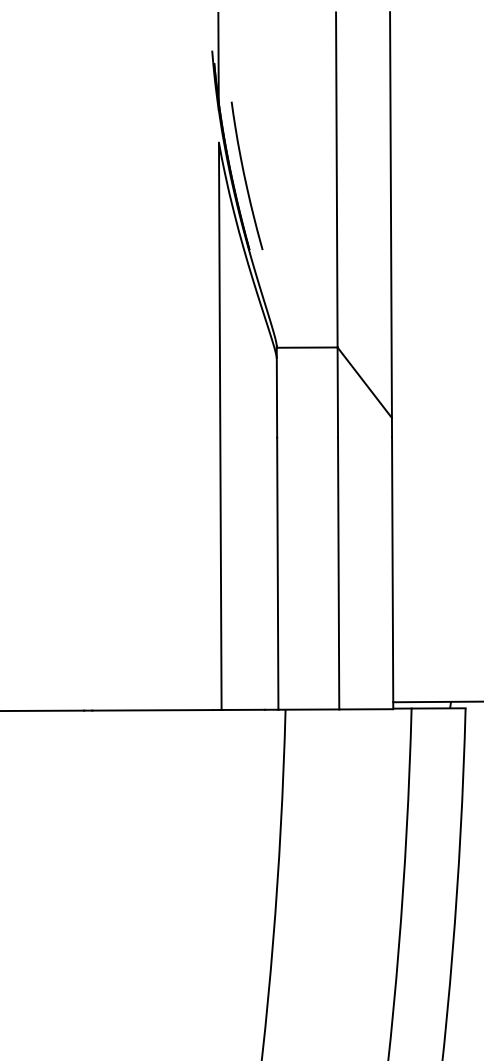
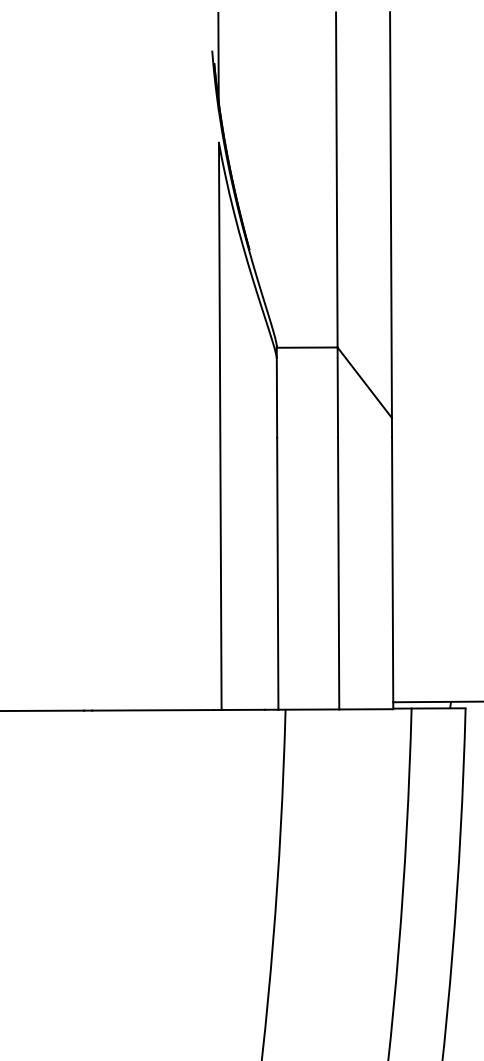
curve at (245, 175): present -> none
